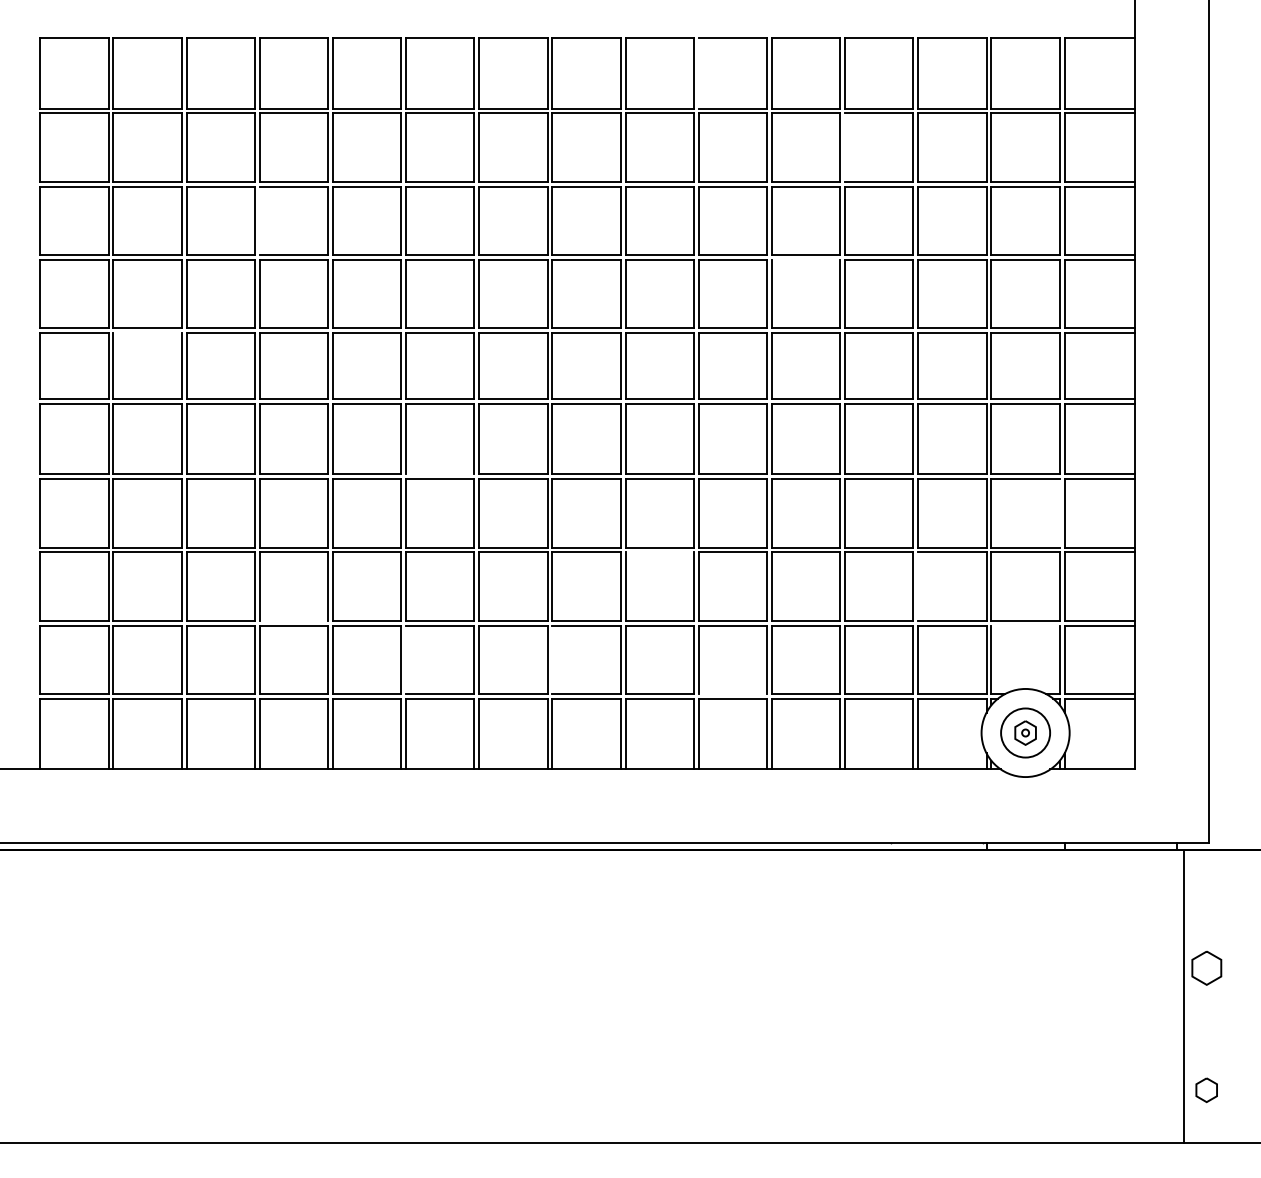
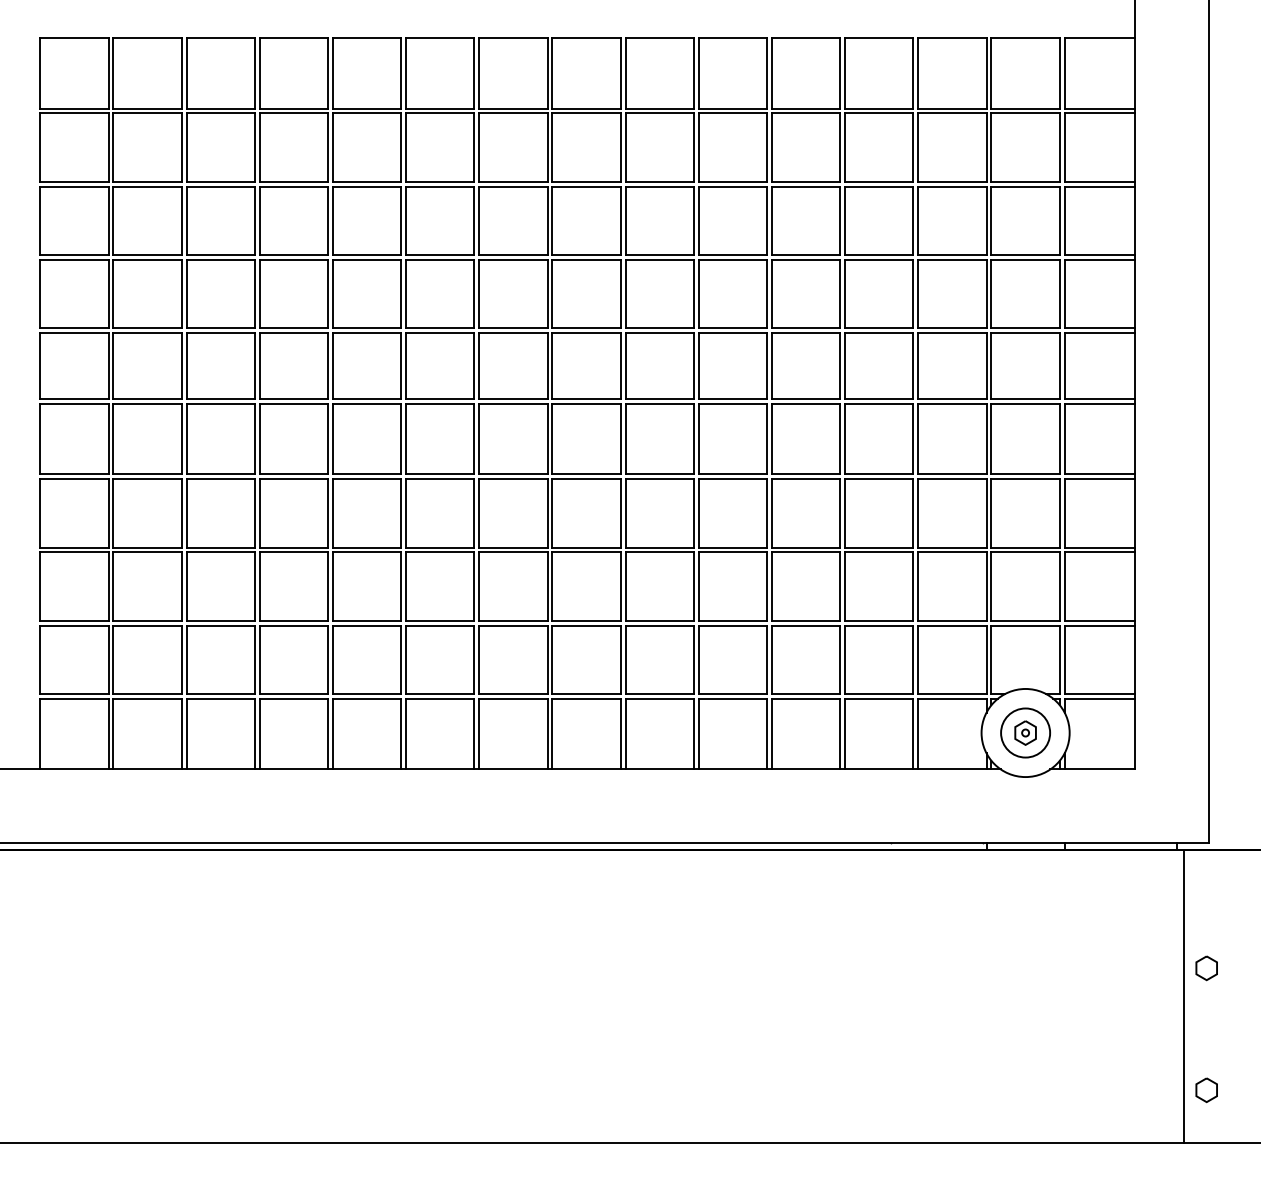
line at (698, 72): none -> present
line at (845, 147): none -> present
line at (259, 220): none -> present
line at (805, 259): none -> present
line at (147, 332): none -> present
line at (440, 474): none -> present
line at (1059, 513): none -> present
line at (659, 552): none -> present
line at (918, 586): none -> present
line at (293, 620): none -> present
line at (1025, 625): none -> present
line at (406, 659): none -> present
line at (552, 659): none -> present
line at (732, 693): none -> present
part at (1206, 968) size: 32x35 px -> 23x27 px
